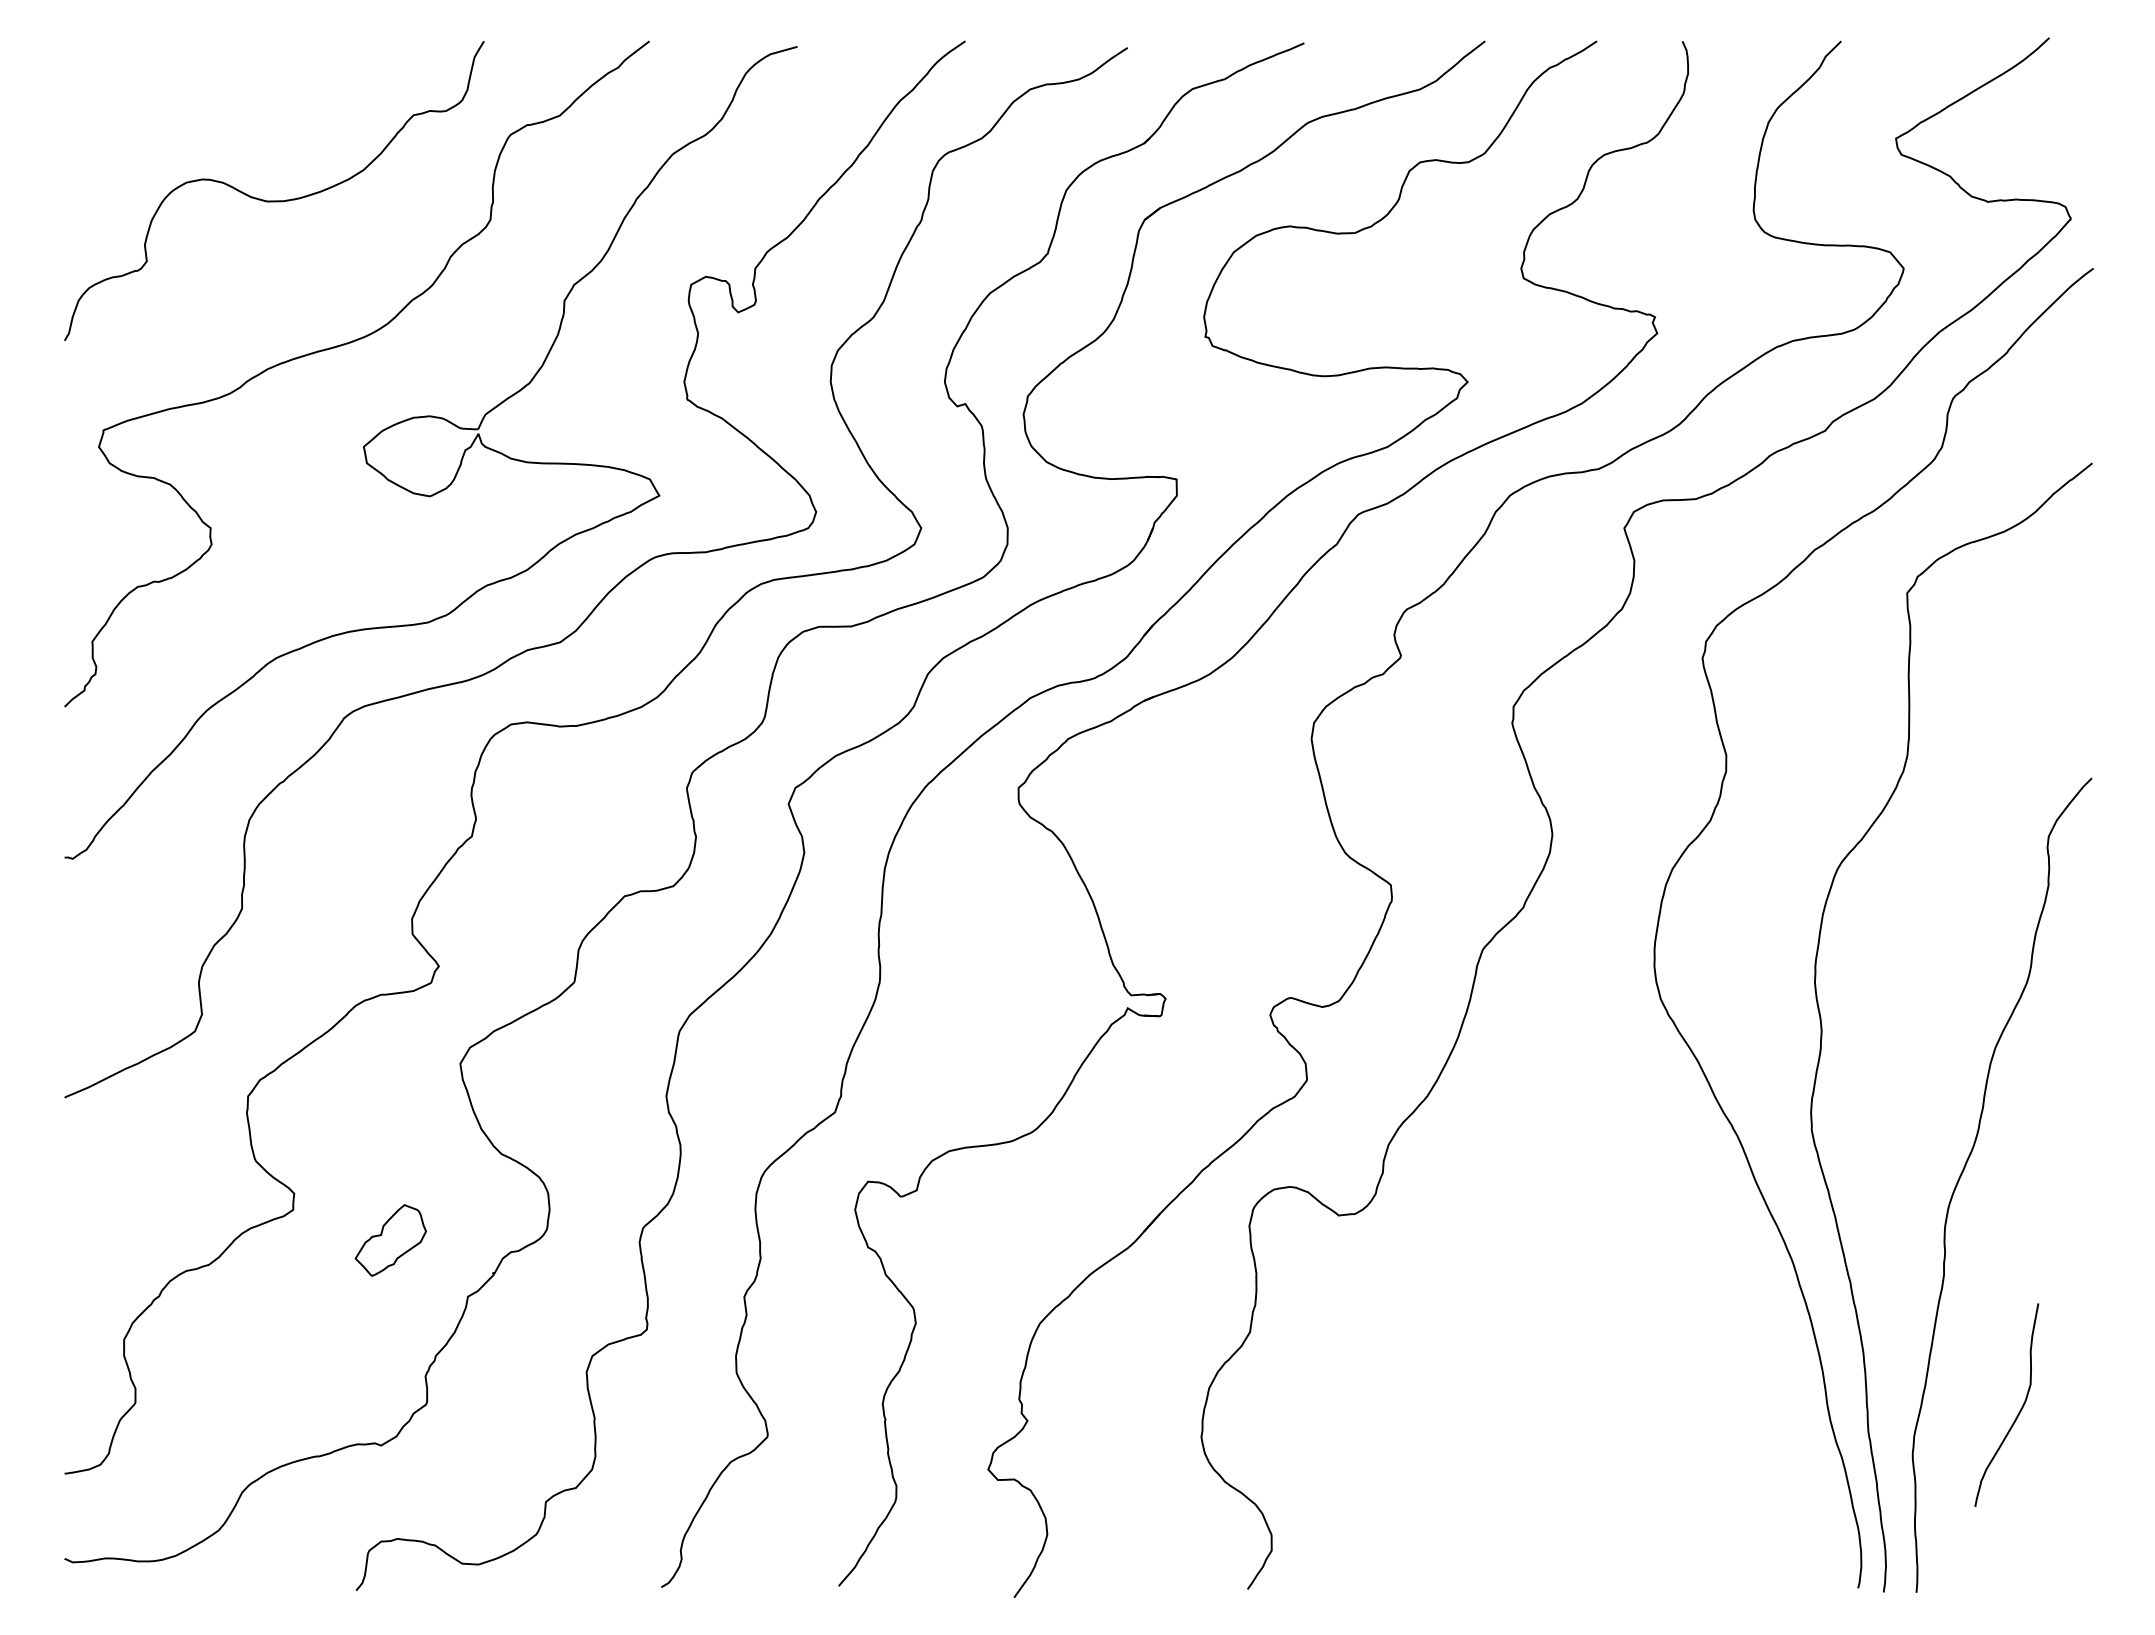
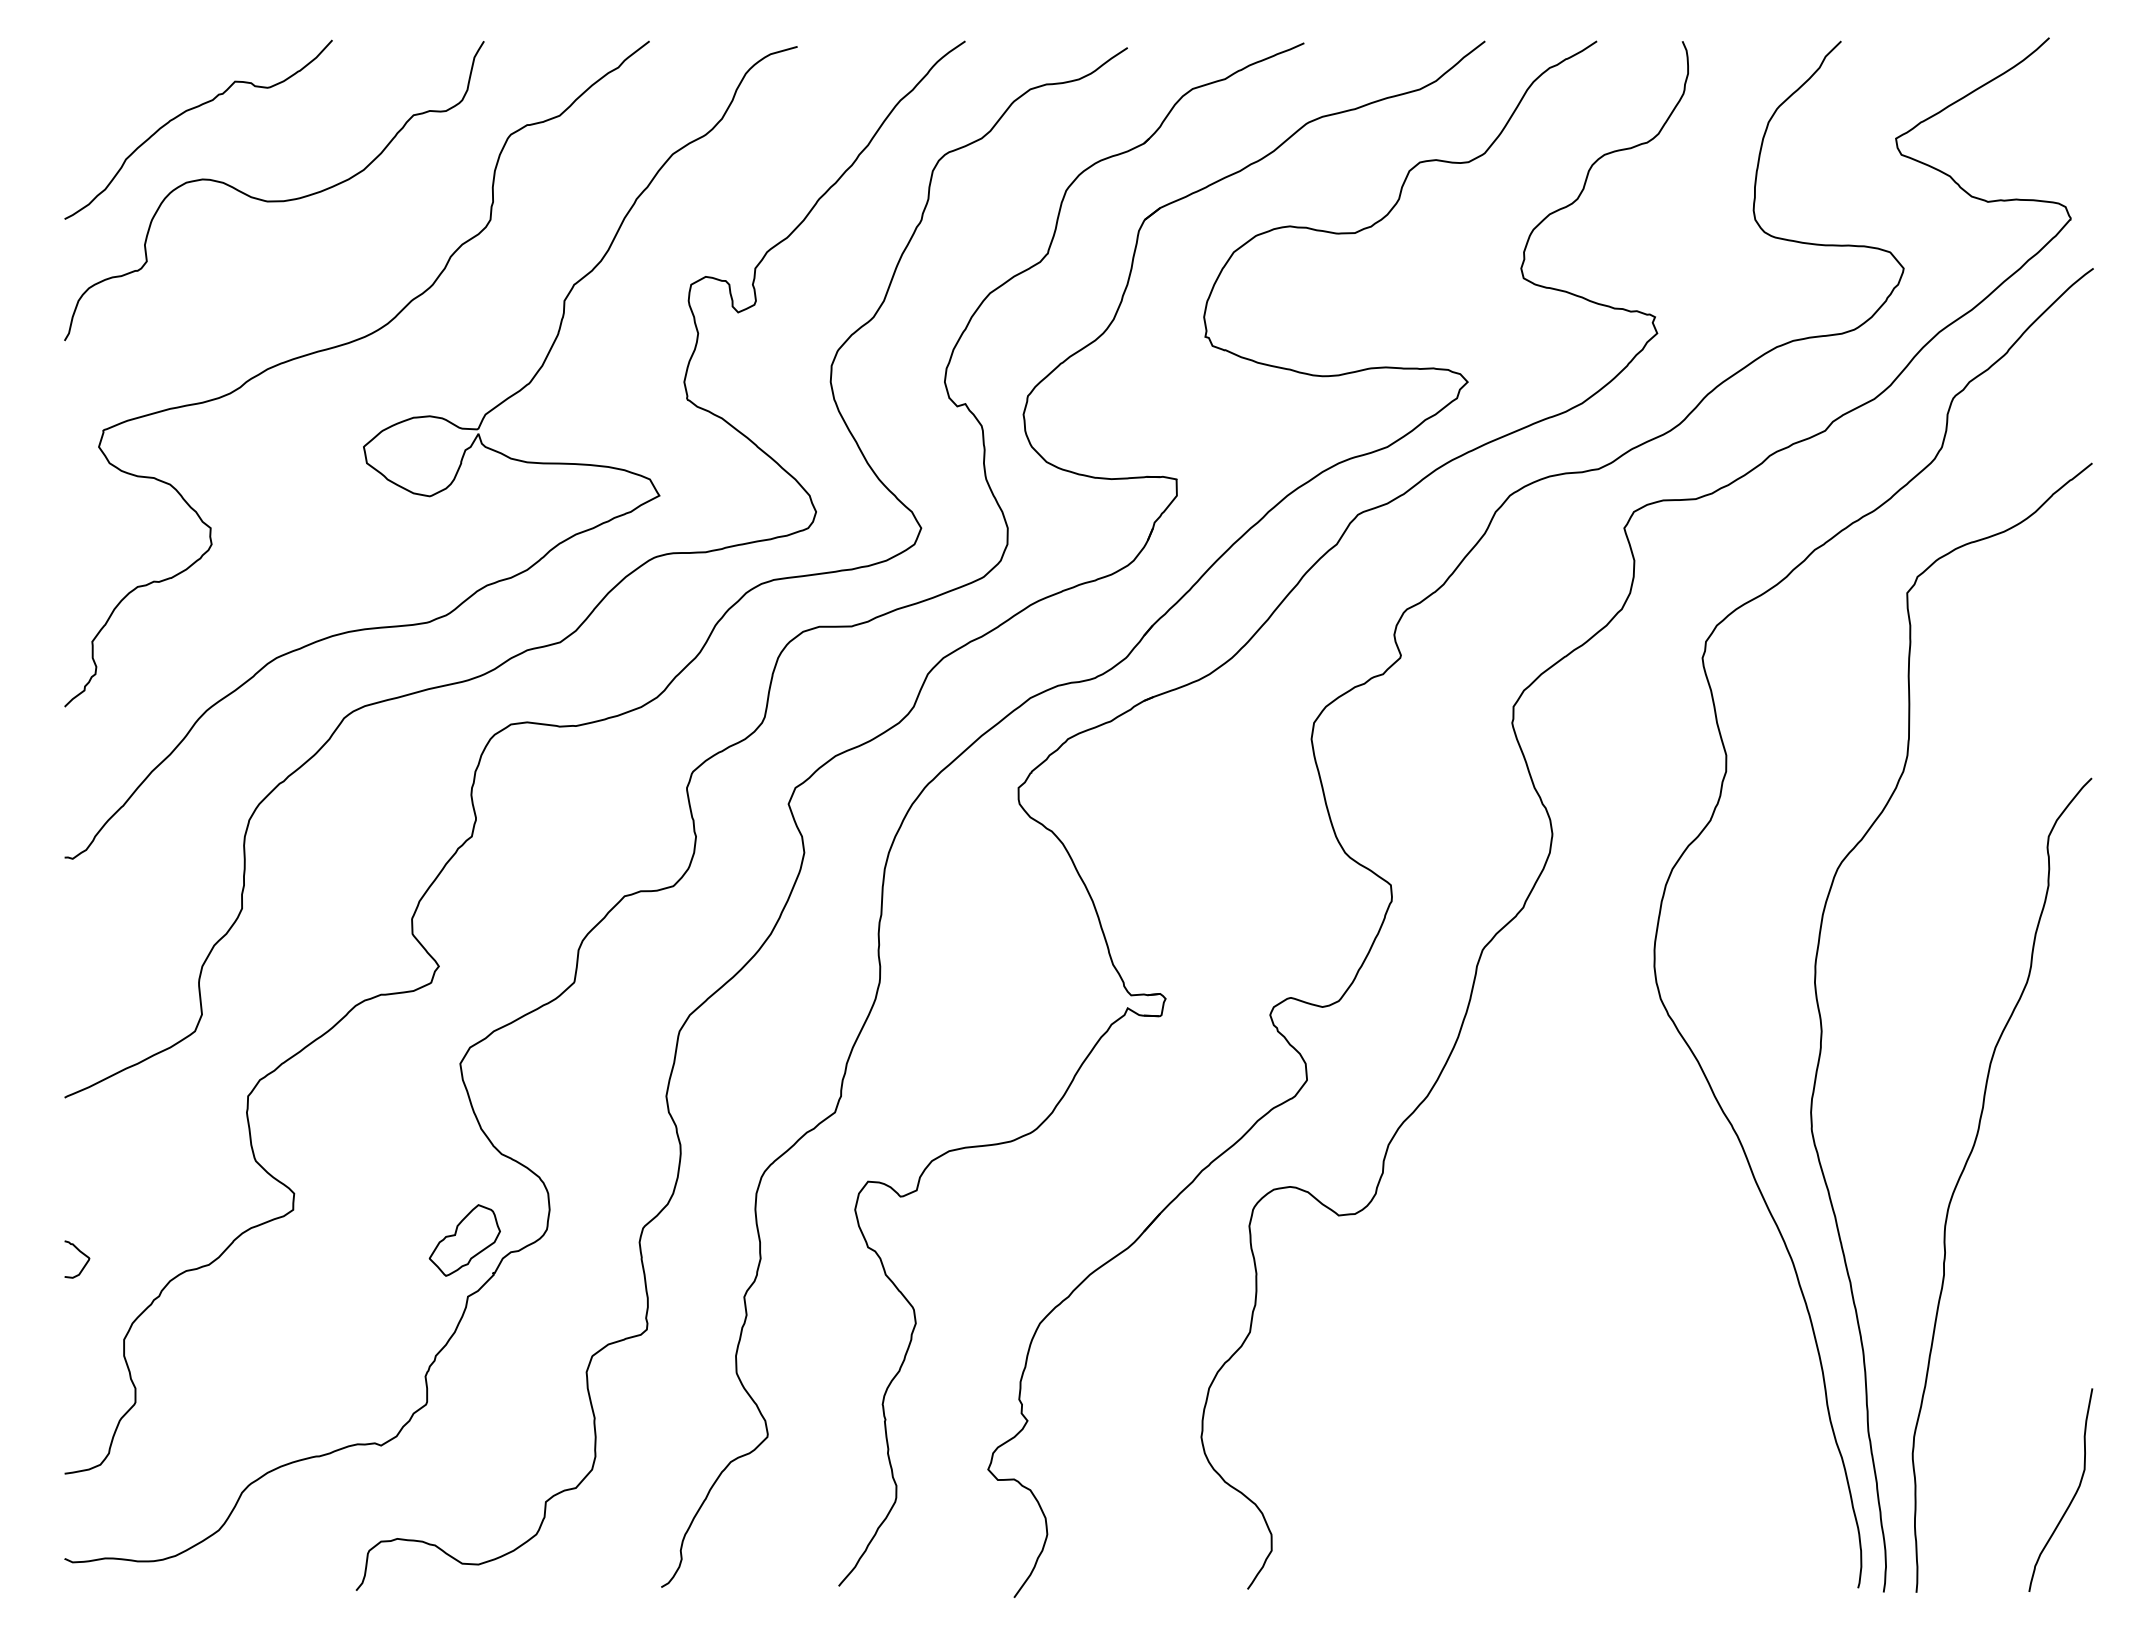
curve at (193, 109): none -> present
part at (390, 1240) position: (390, 1240) -> (464, 1240)
curve at (82, 1254): none -> present
curve at (2019, 1410) position: (2019, 1410) -> (2073, 1495)
